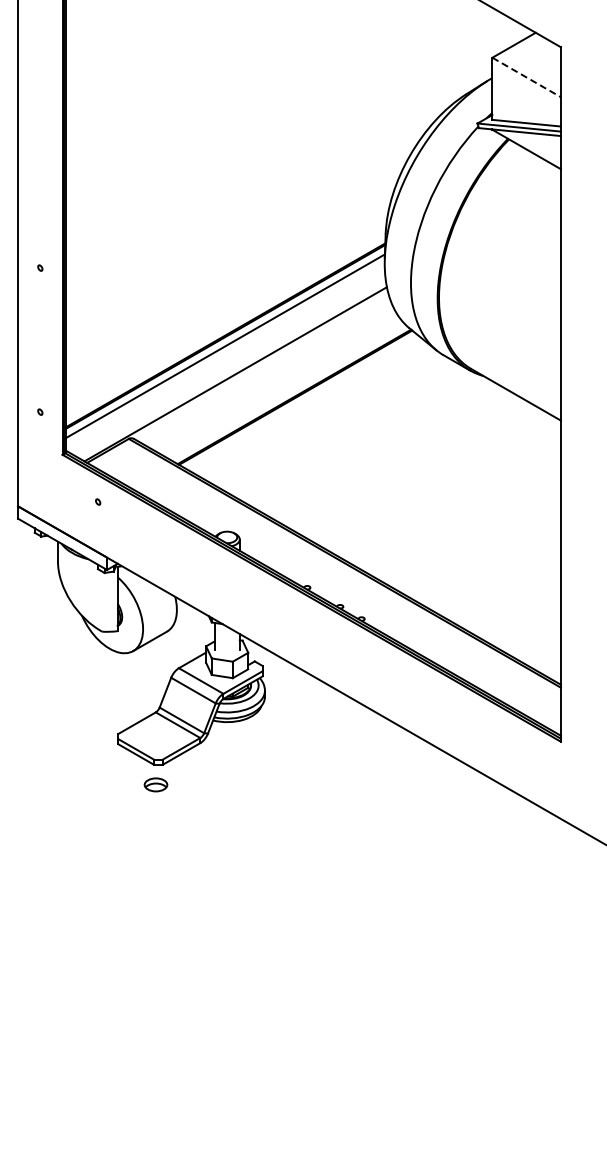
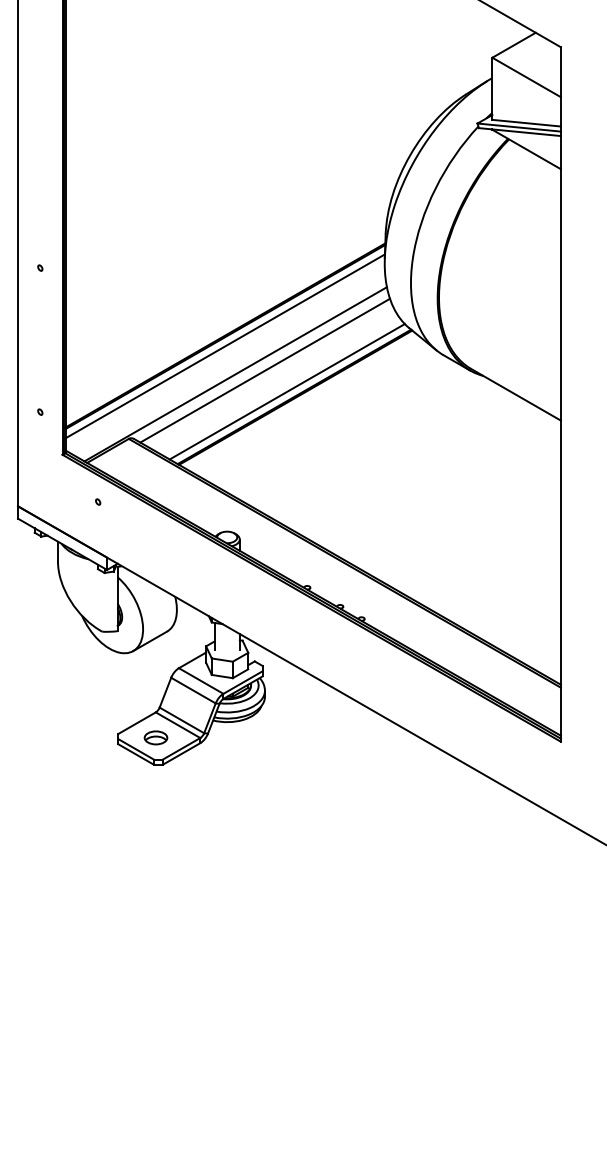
line at (526, 77): dashed -> solid
line at (265, 370): none -> present
line at (286, 391): none -> present
part at (155, 784) position: (155, 784) -> (155, 737)
